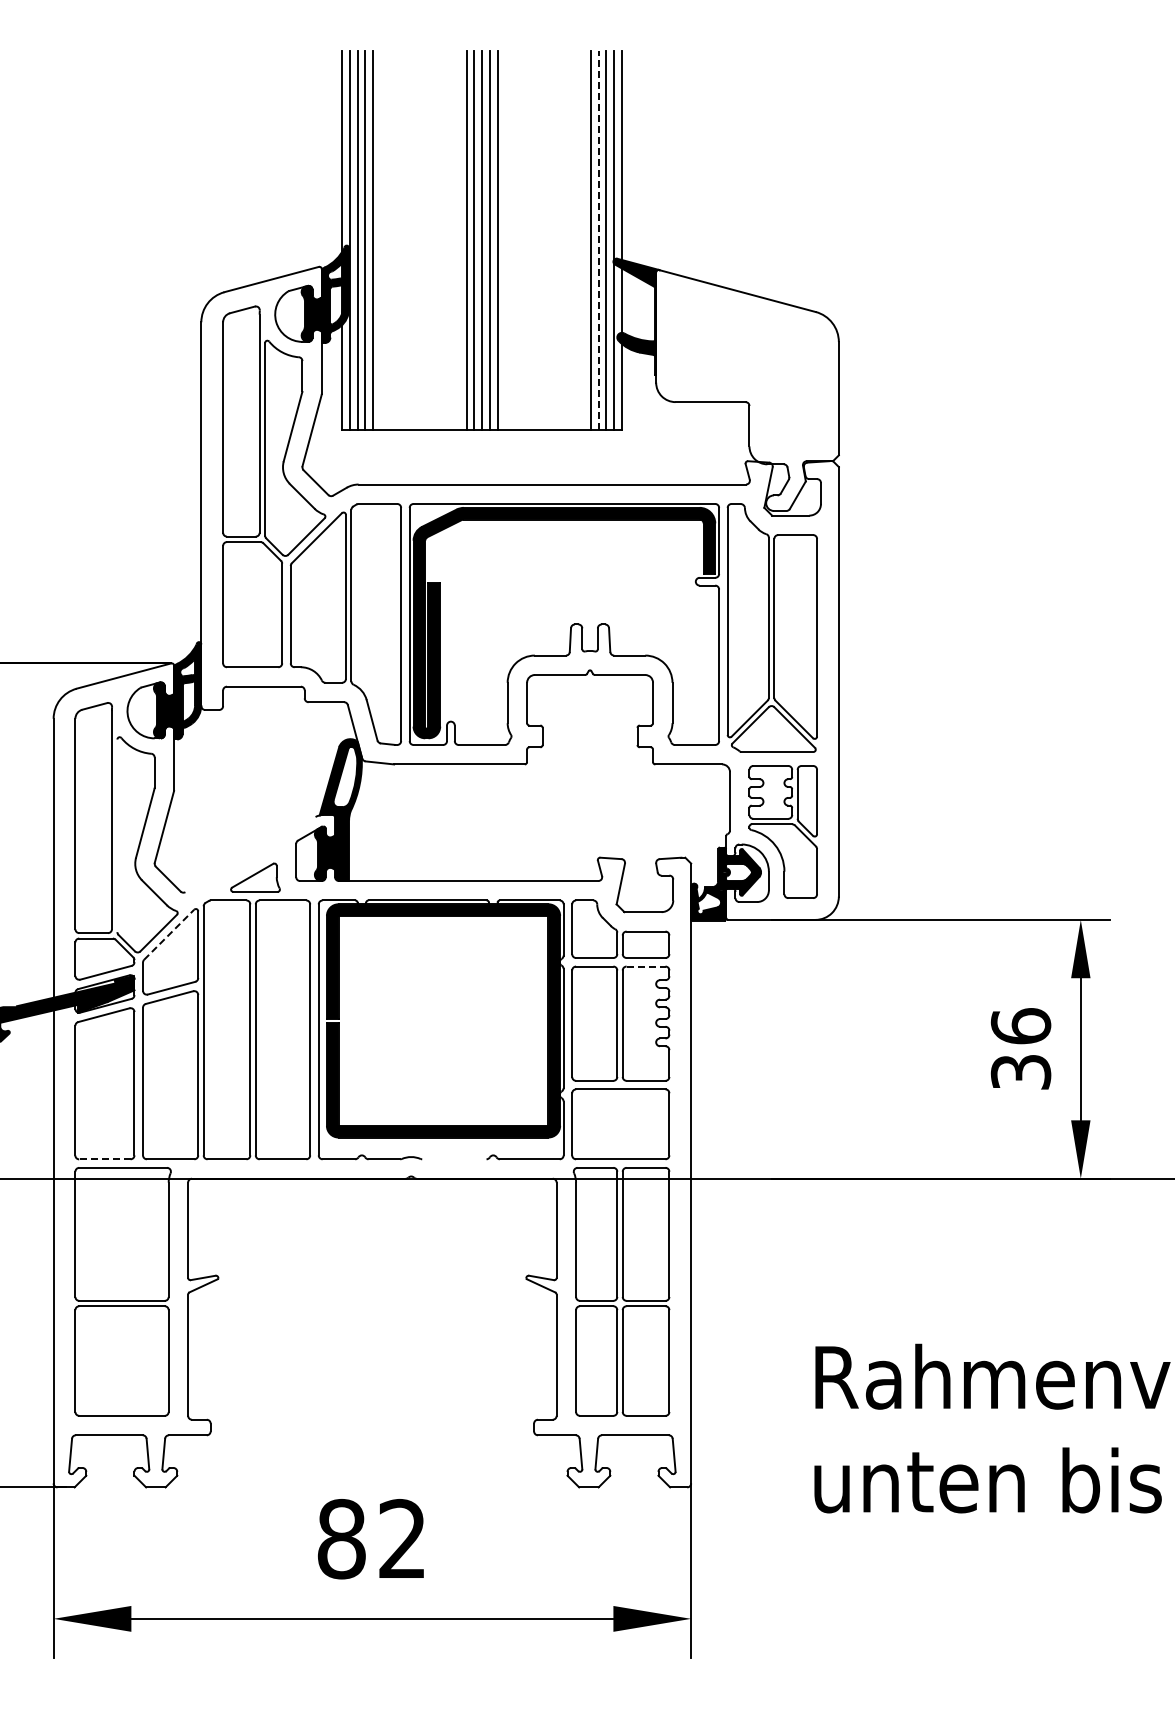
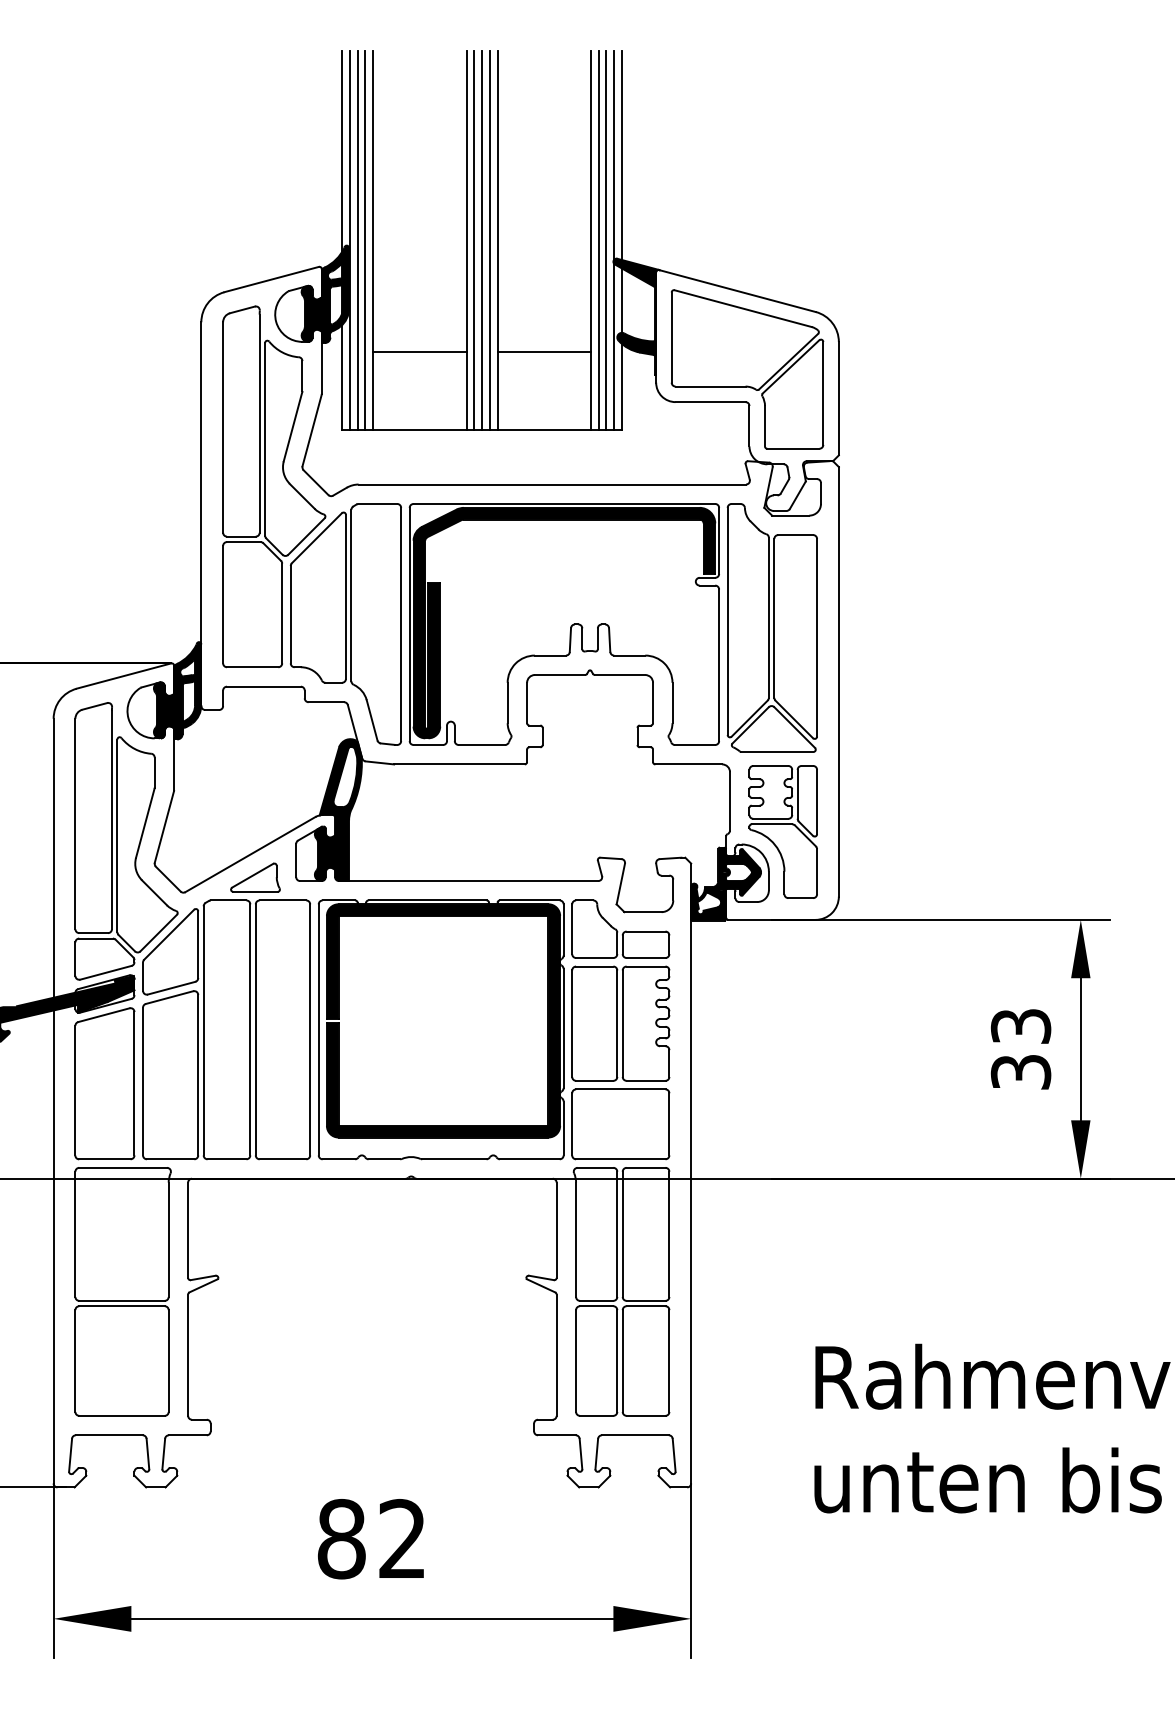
line at (598, 240): dashed -> solid
line at (419, 352): none -> present
line at (543, 352): none -> present
part at (747, 369): none -> present
line at (117, 835): none -> present
line at (250, 854): none -> present
line at (169, 934): dashed -> solid
line at (646, 966): dashed -> solid
text at (1020, 1026): 36 -> 33
line at (104, 1159): dashed -> solid
line at (454, 1159): none -> present
